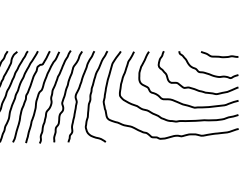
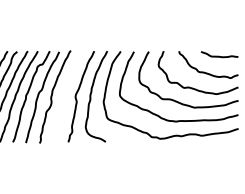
curve at (65, 96): present -> none
